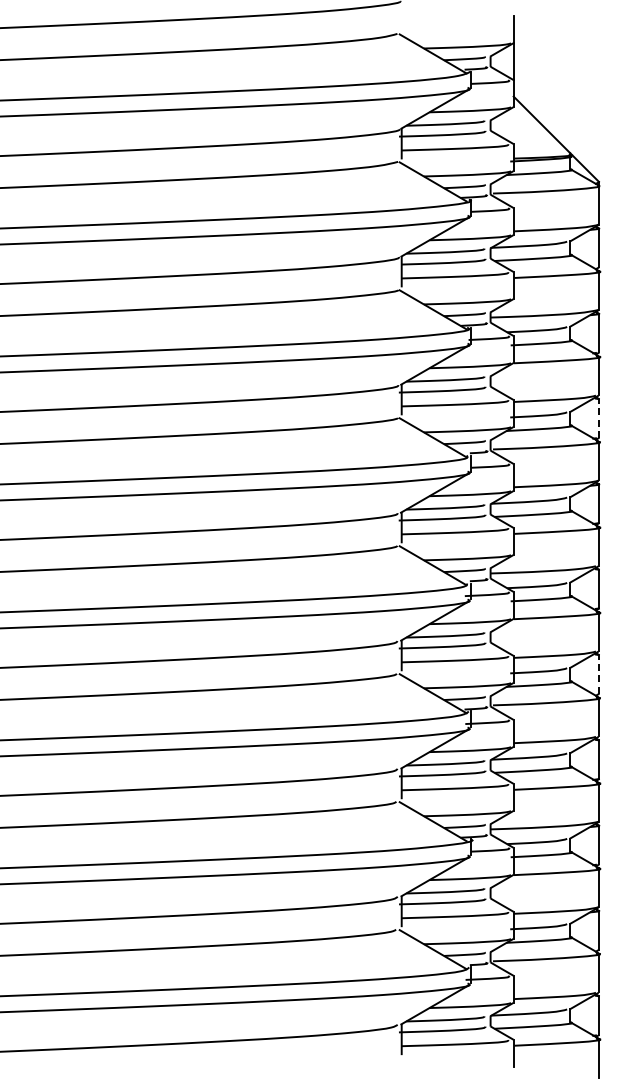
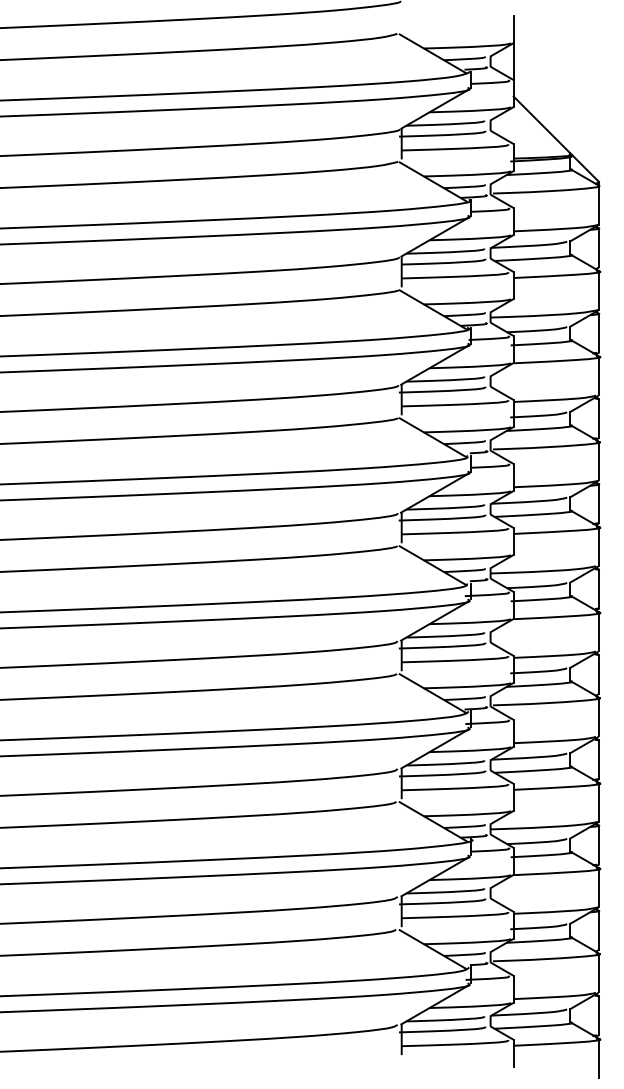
line at (598, 417): dashed -> solid
line at (598, 673): dashed -> solid
